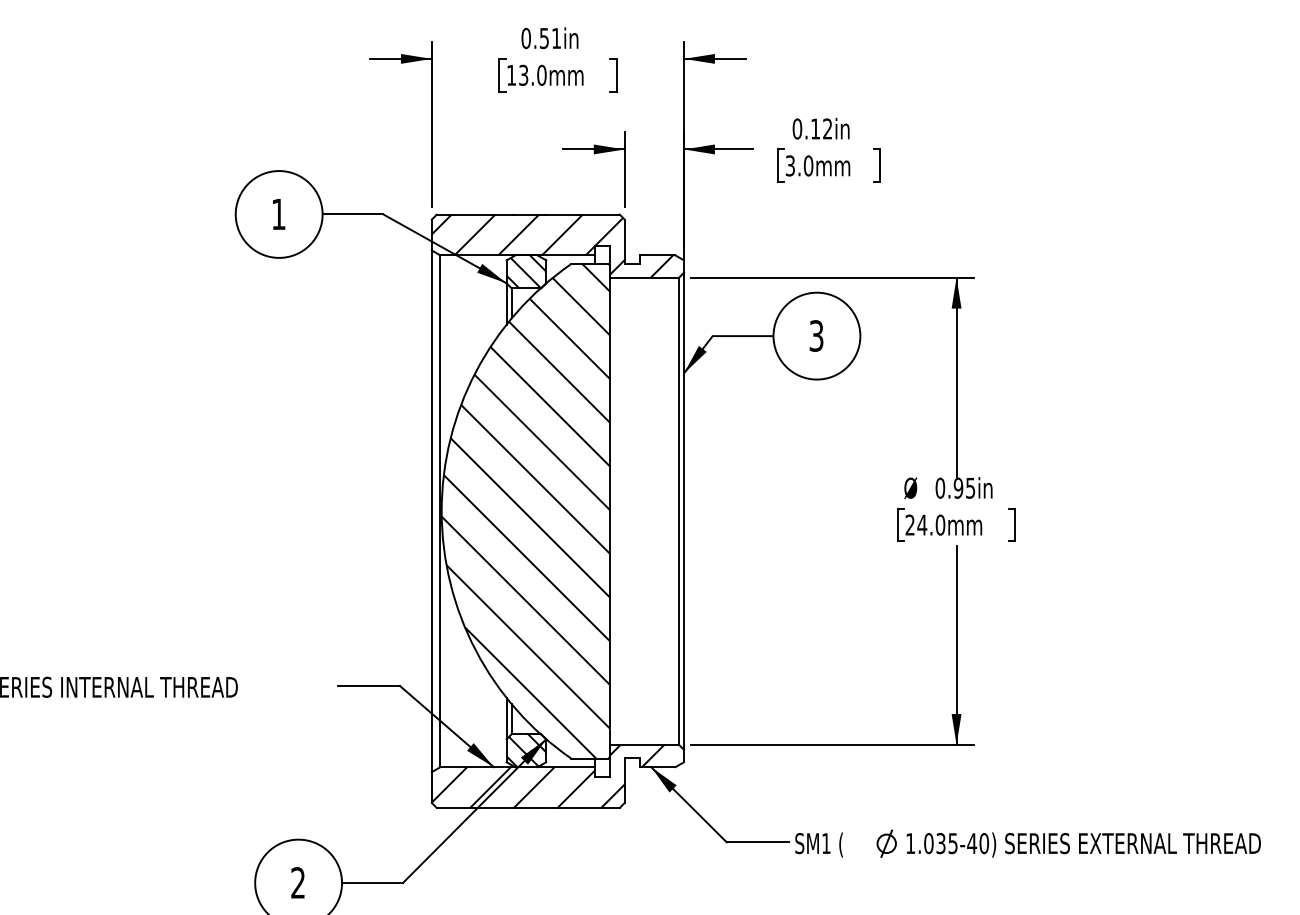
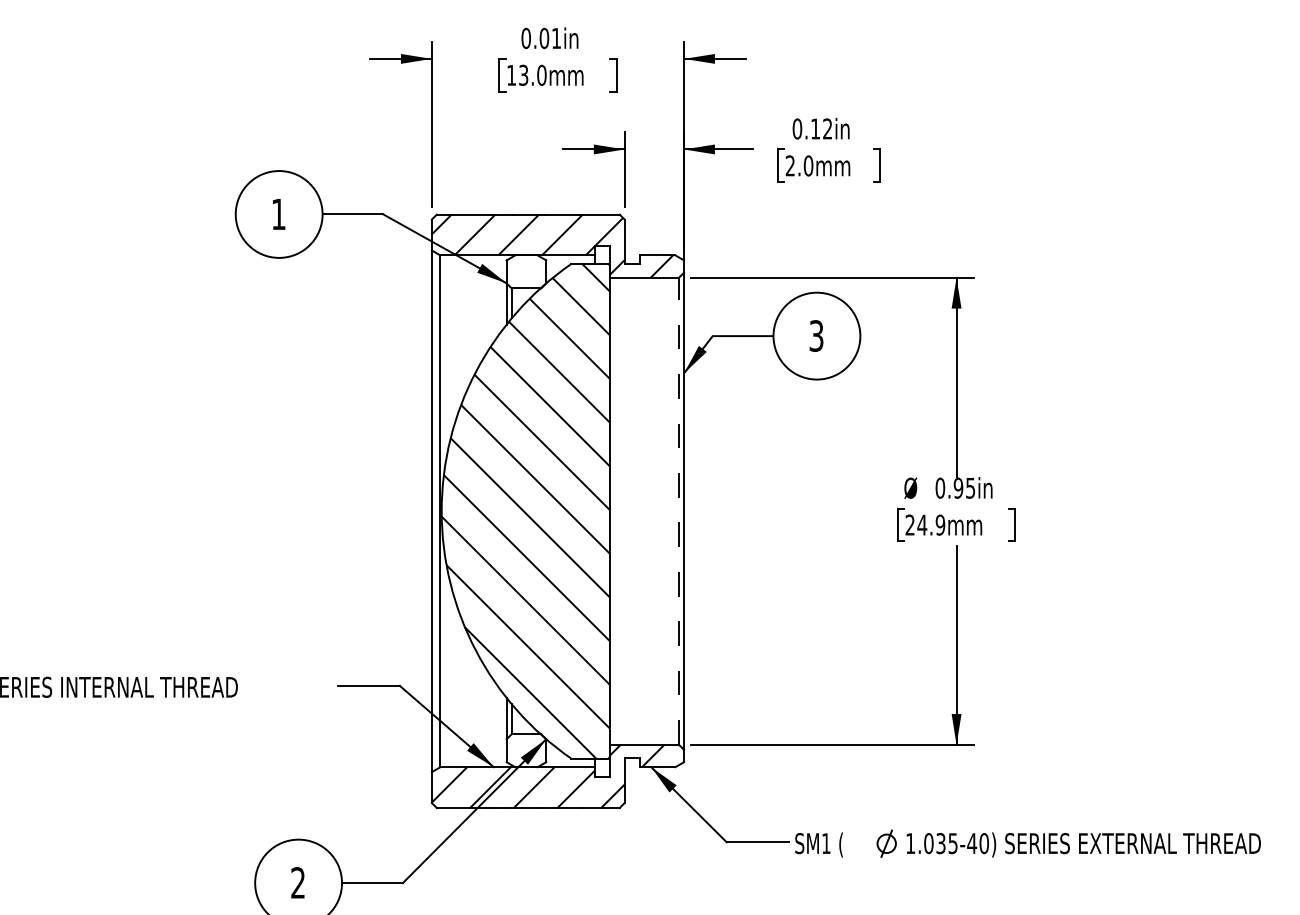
text at (544, 38): 0.51in -> 0.01in
text at (789, 165): 3.0mm -> 2.0mm
hatch at (526, 271): present -> none
line at (679, 511): solid -> dashed
text at (940, 524): 24.0mm -> 24.9mm
hatch at (526, 750): present -> none
